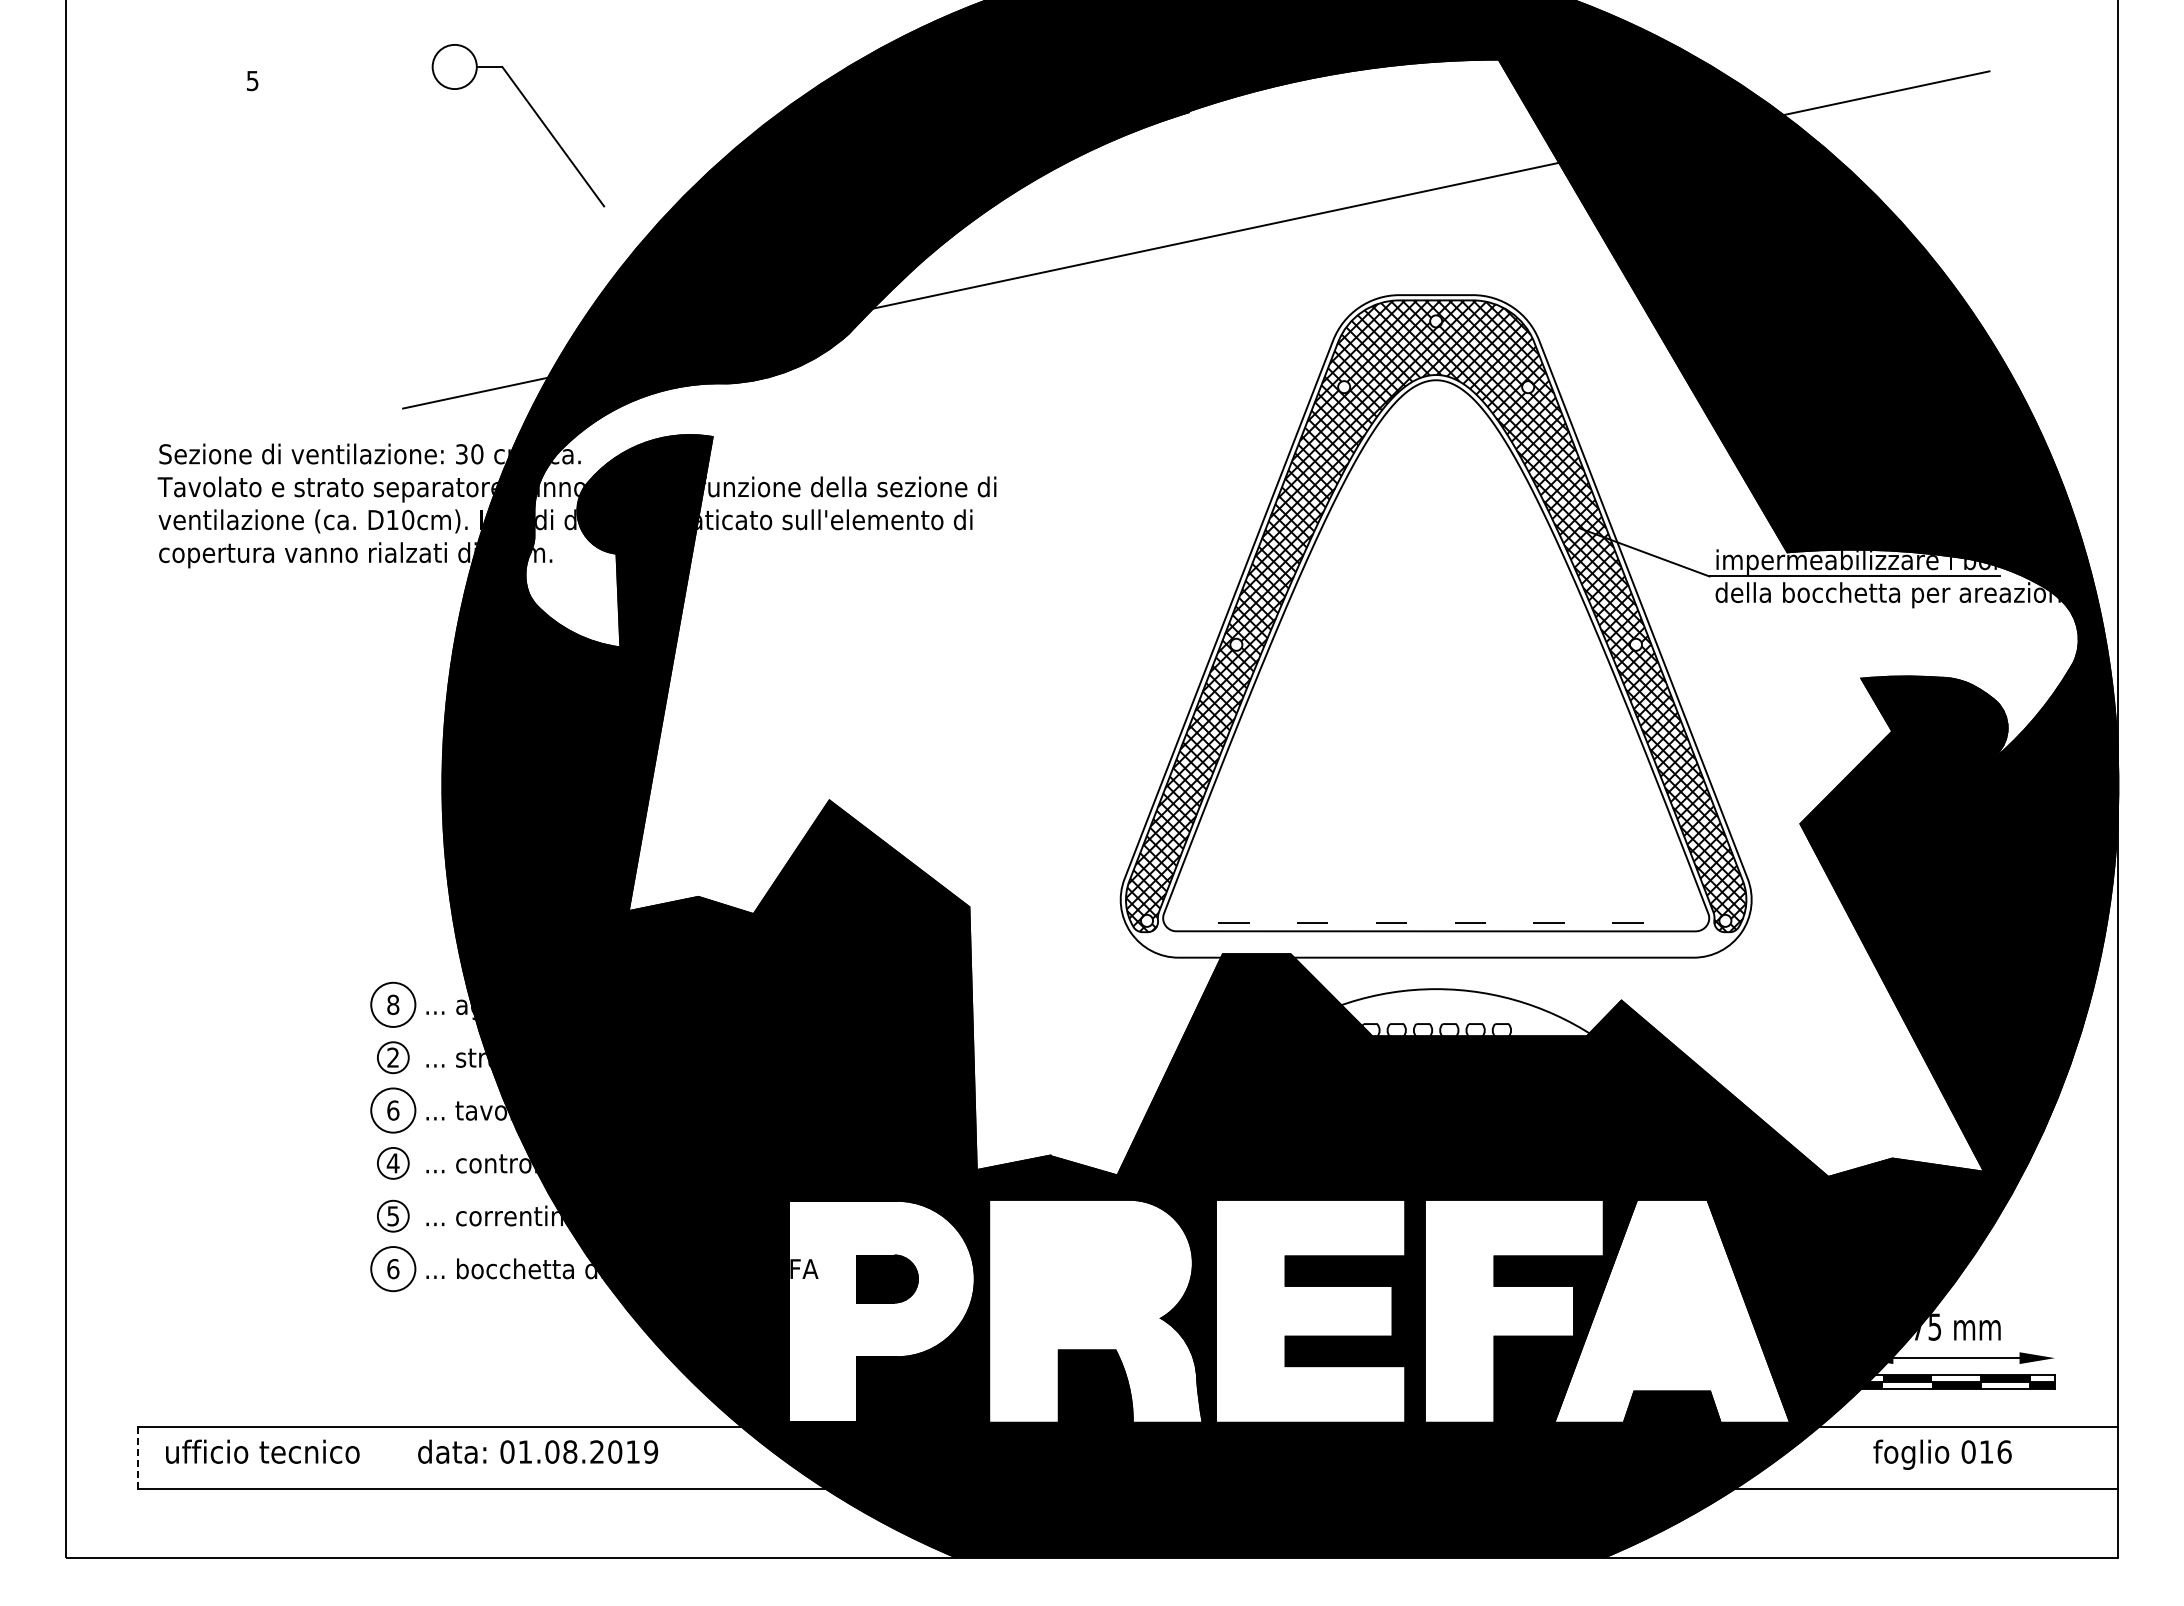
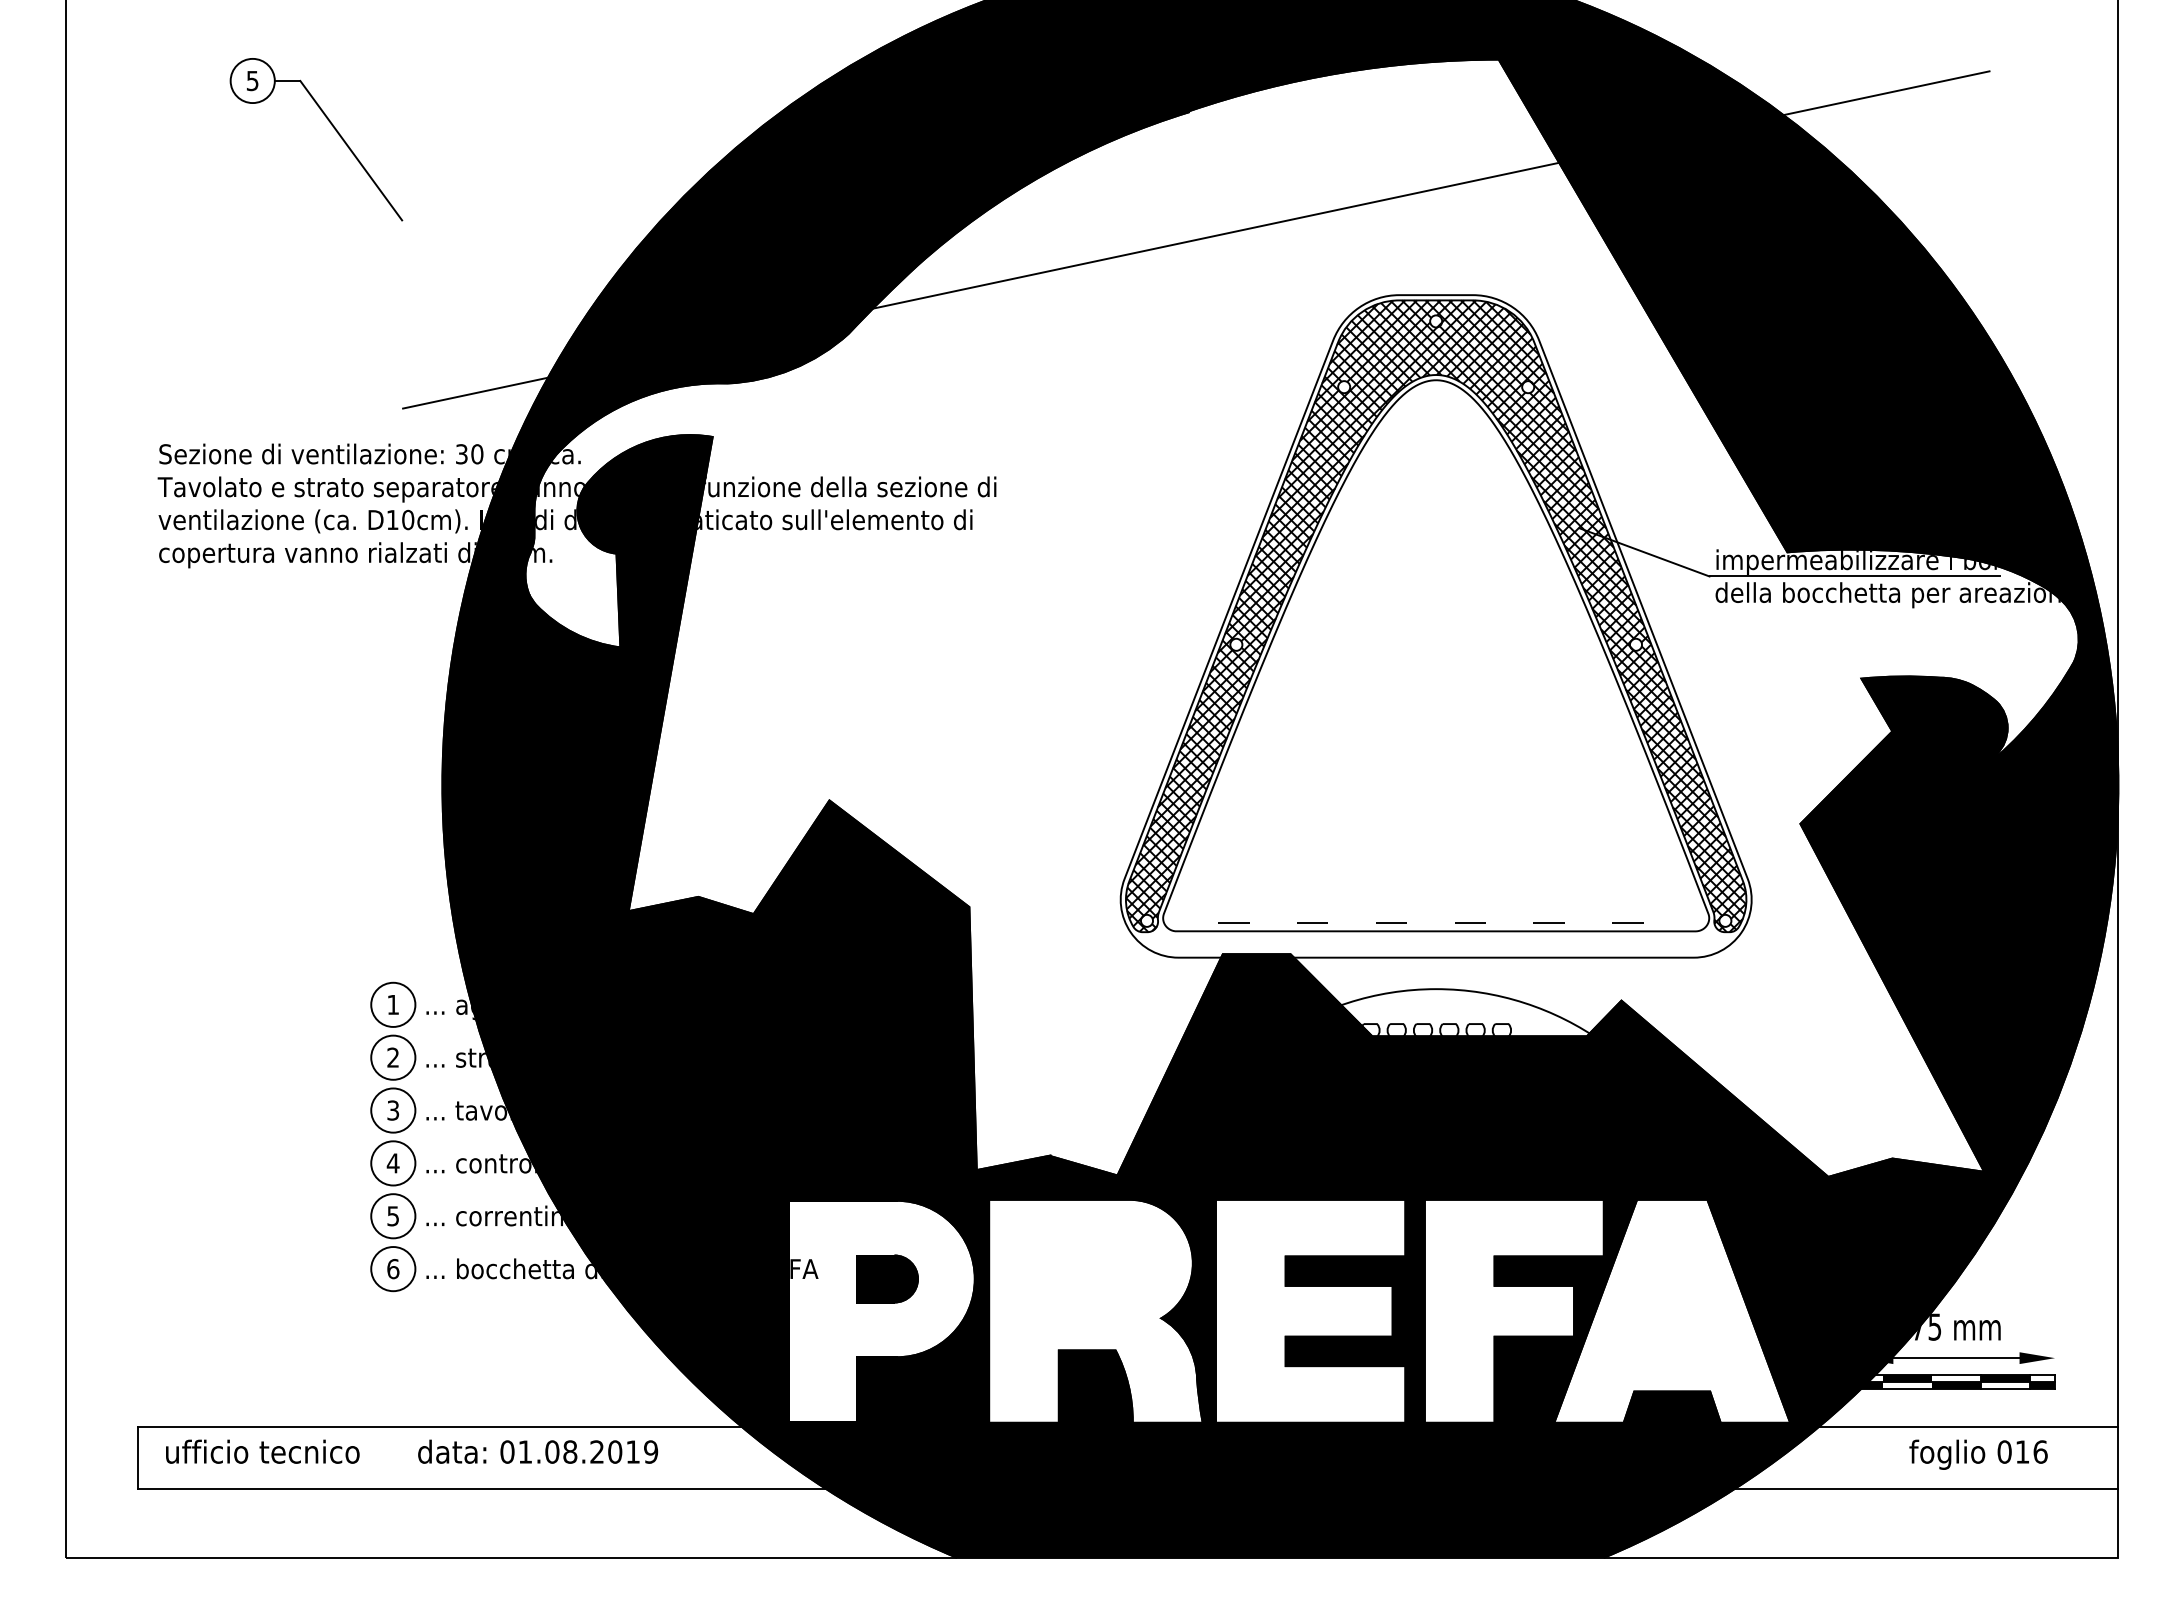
part at (535, 114) position: (535, 114) -> (333, 128)
text at (393, 1004): 8 -> 1
circle at (392, 1057) diameter: 31 px -> 44 px
text at (393, 1110): 6 -> 3
circle at (392, 1162) diameter: 31 px -> 44 px
circle at (392, 1215) diameter: 31 px -> 44 px
text at (1942, 1454) position: (1942, 1454) -> (1978, 1454)
line at (138, 1458): dashed -> solid
